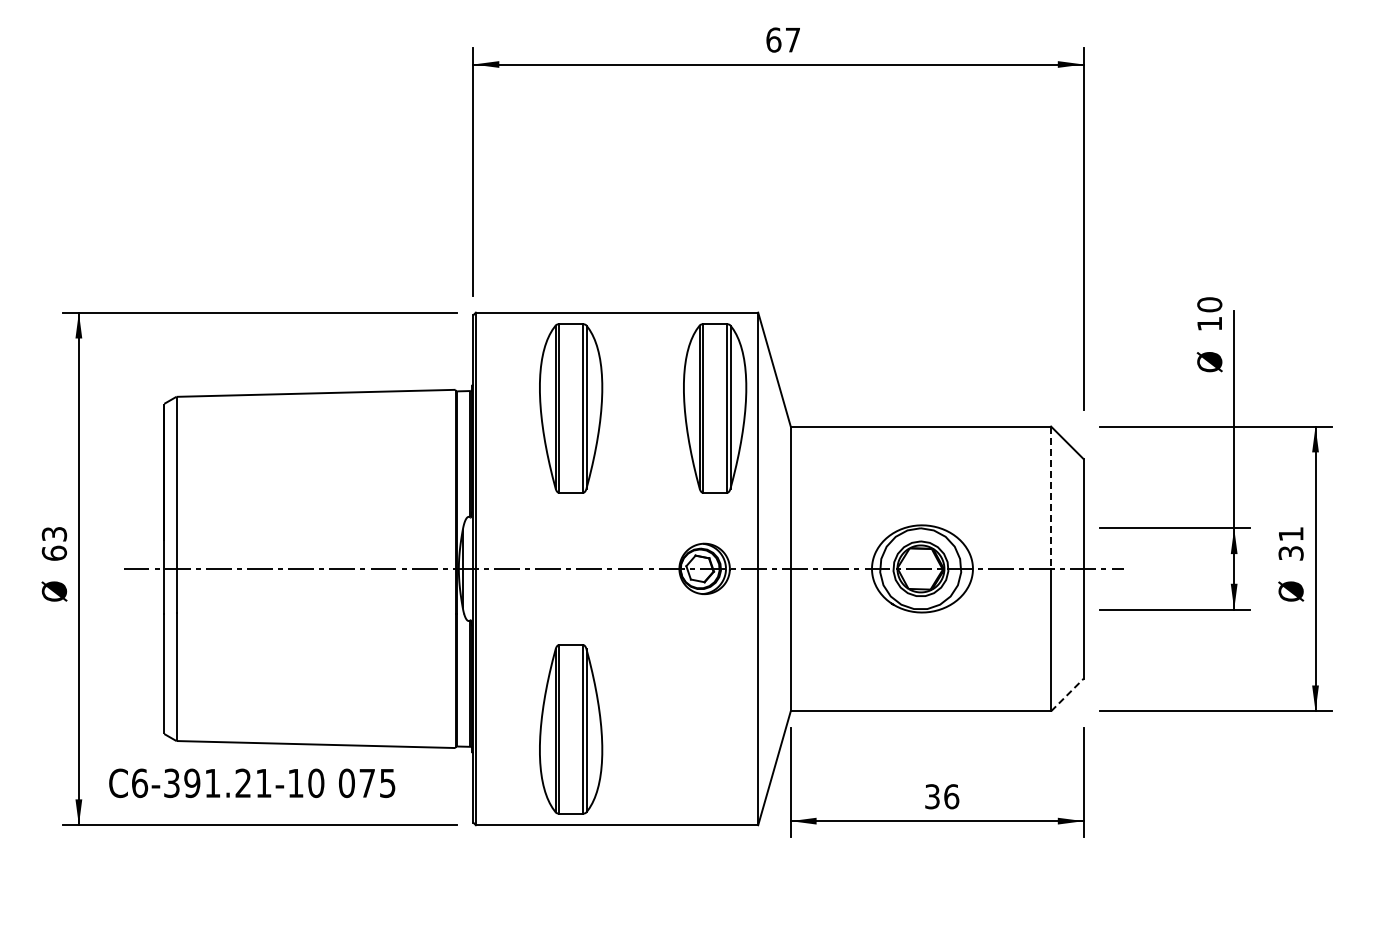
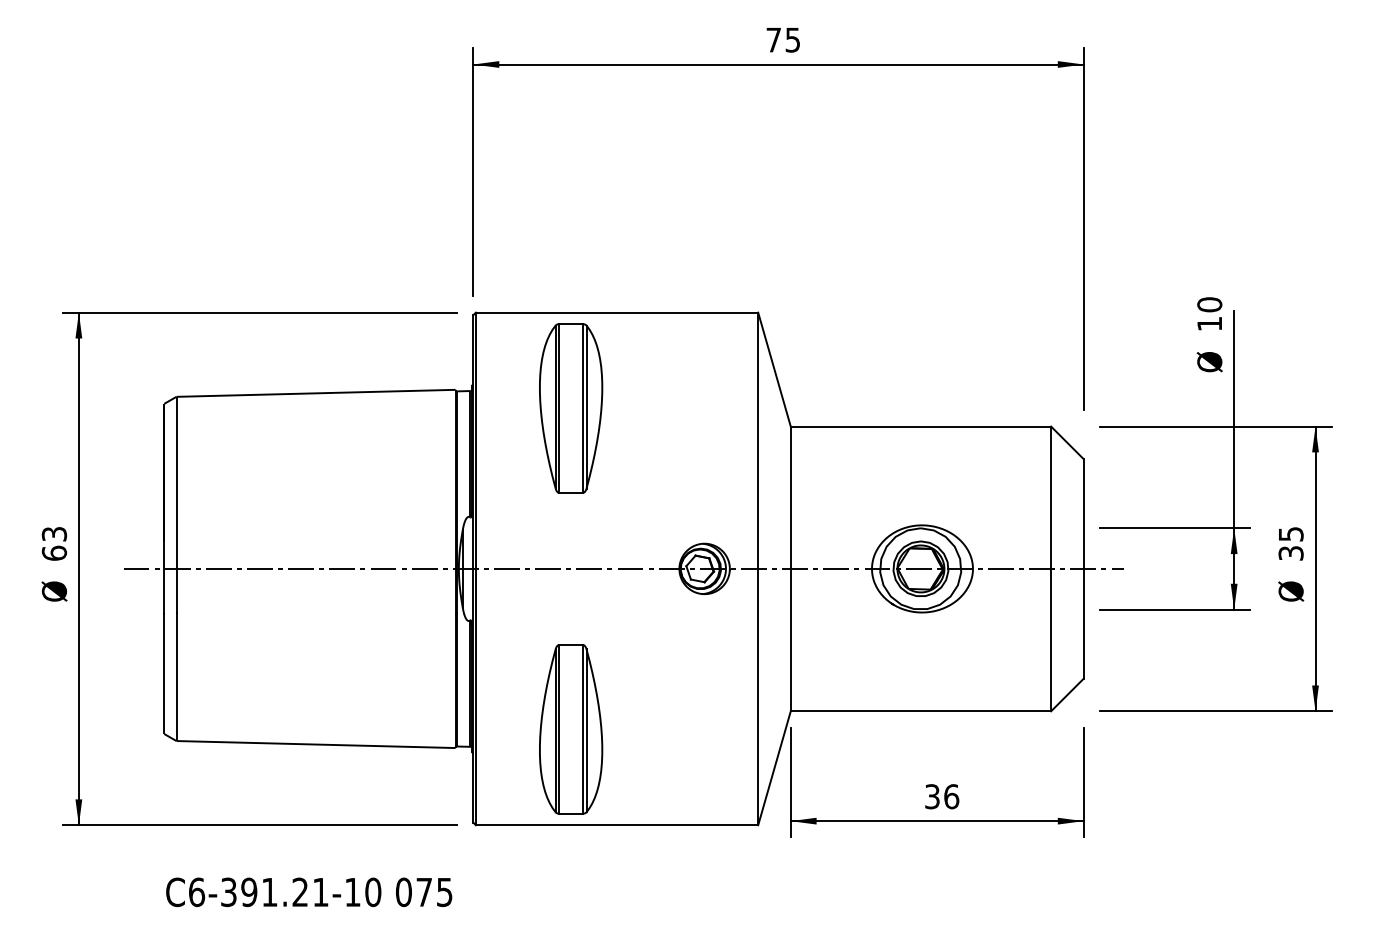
text at (782, 39): 67 -> 75
part at (715, 408): present -> none
line at (1051, 498): dashed -> solid
text at (1291, 534): 31 -> 35
line at (1067, 694): dashed -> solid
text at (252, 783) position: (252, 783) -> (309, 892)
